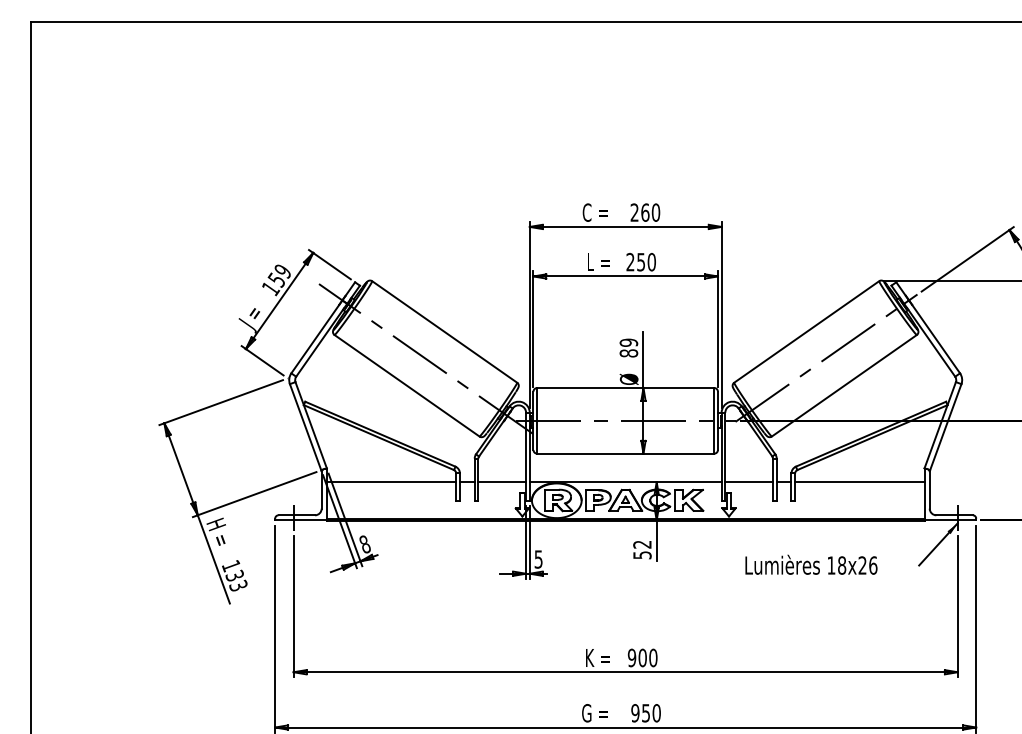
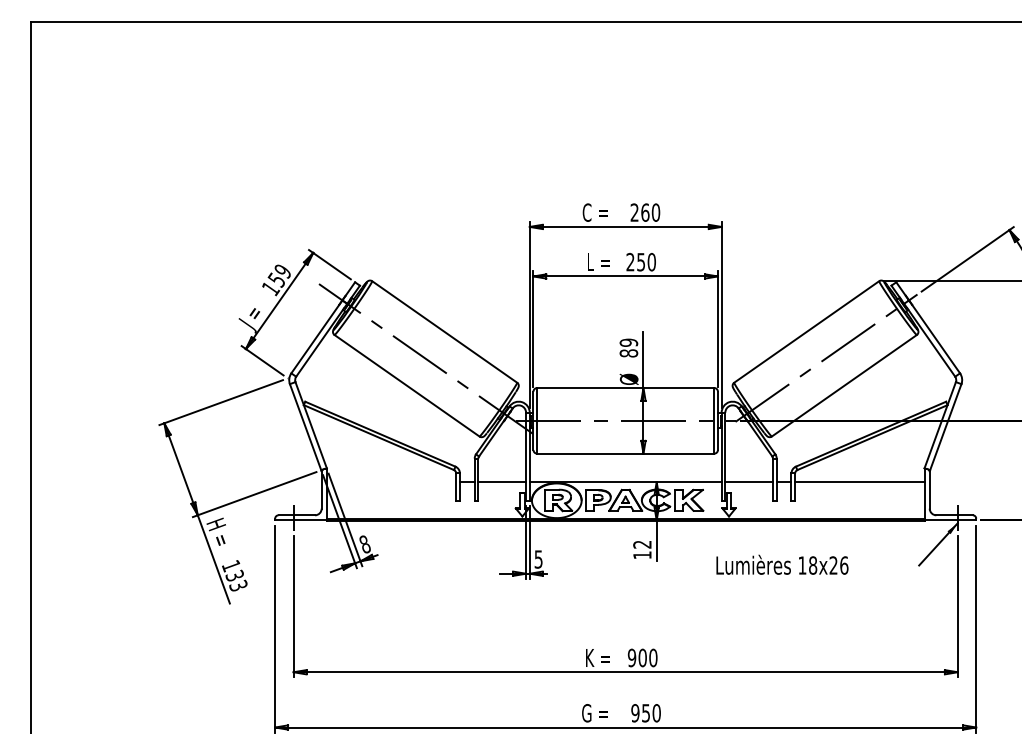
line at (391, 482): present -> none
text at (642, 555): 52 -> 12
text at (811, 564) position: (811, 564) -> (782, 564)
